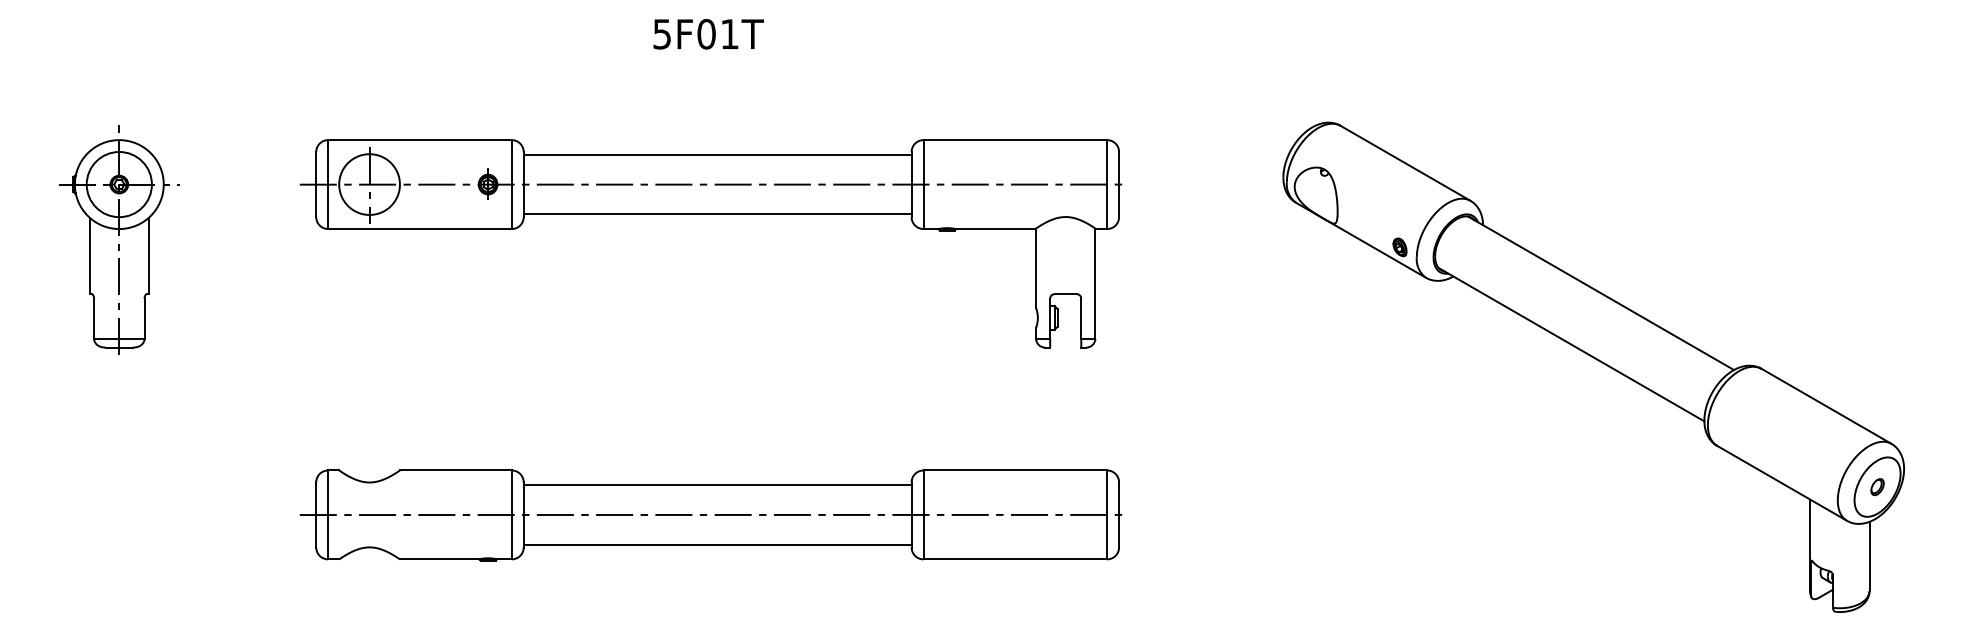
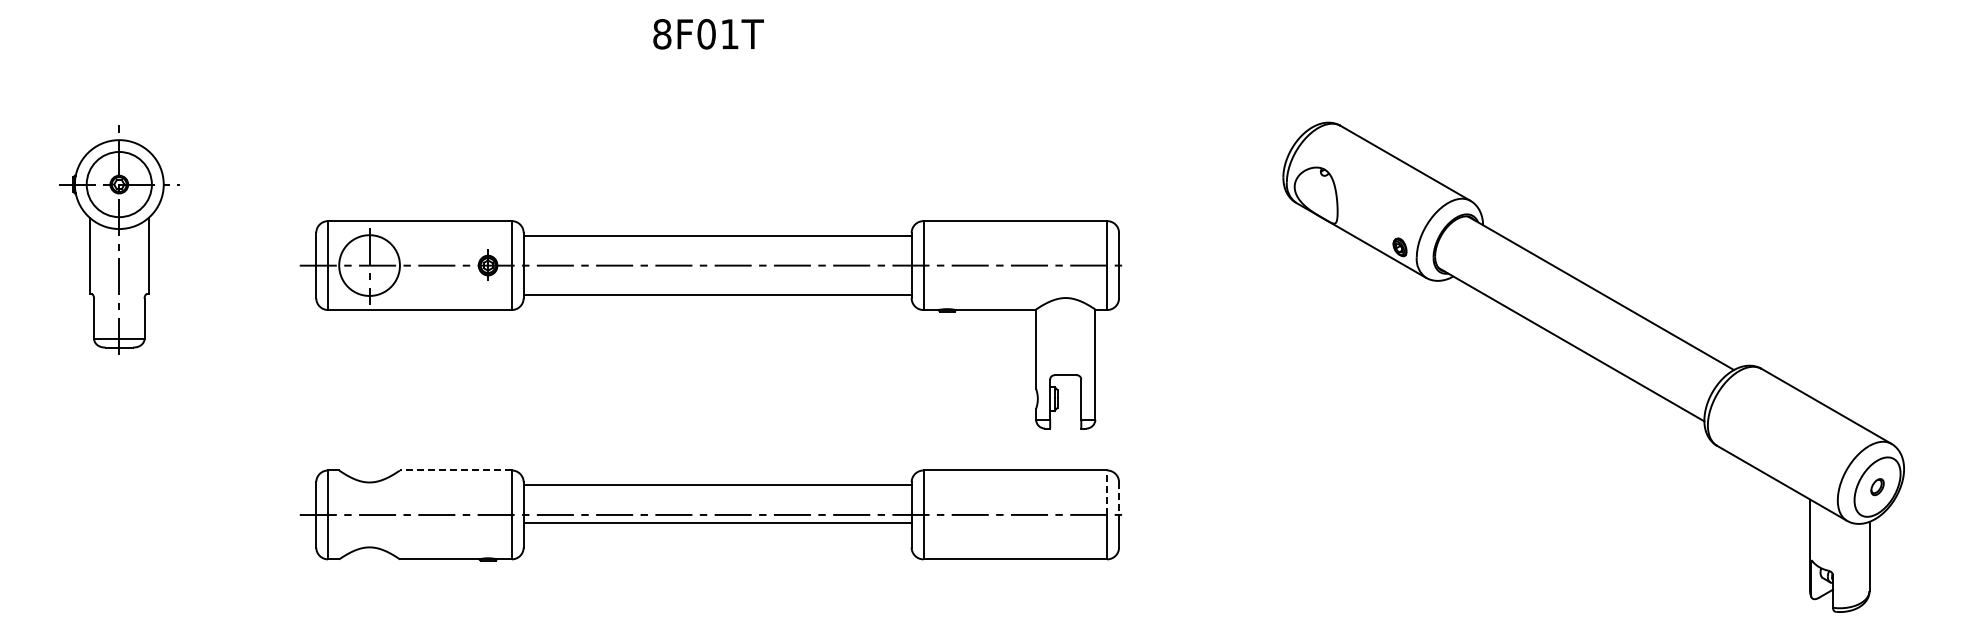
text at (662, 34): 5F01T -> 8F01T
part at (710, 214) position: (710, 214) -> (710, 295)
line at (455, 470): solid -> dashed
line at (1107, 492): solid -> dashed
line at (1119, 499): solid -> dashed
line at (717, 544) position: (717, 544) -> (717, 522)
